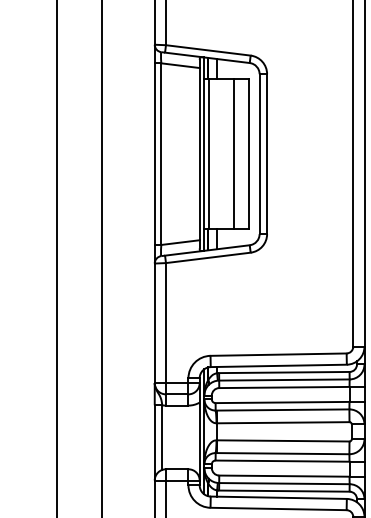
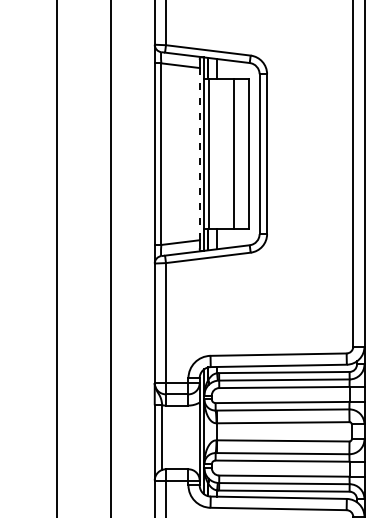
line at (199, 153): solid -> dashed
line at (102, 258) position: (102, 258) -> (111, 258)
